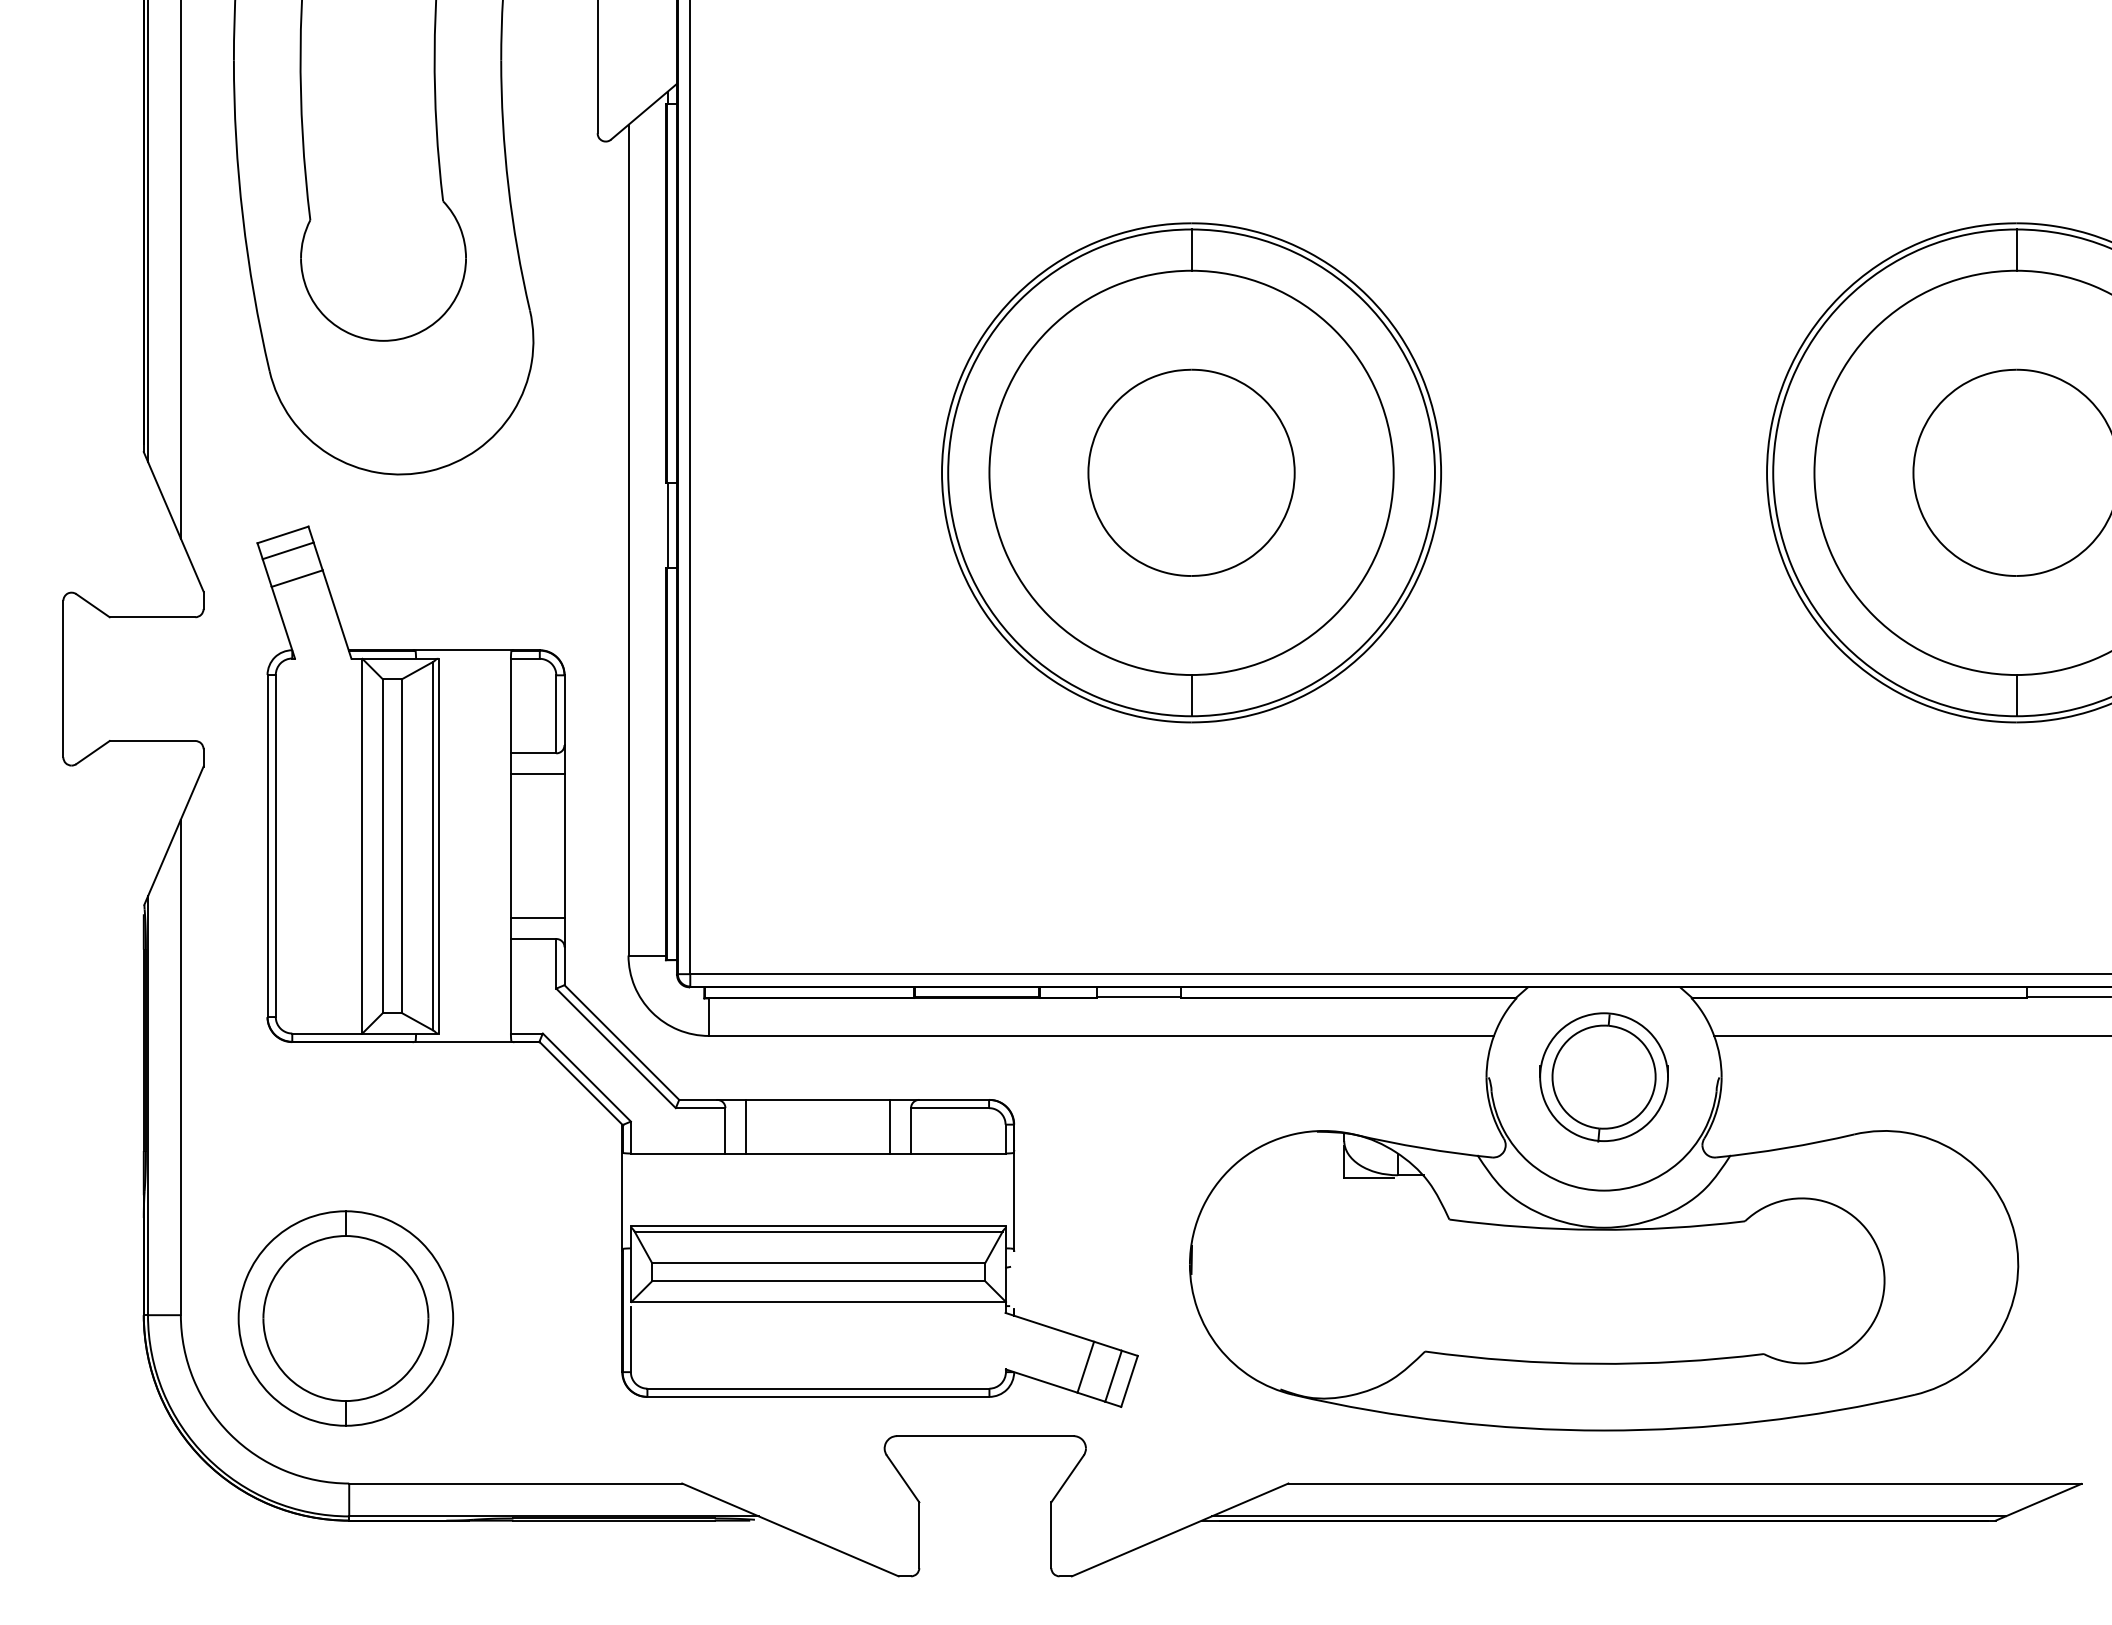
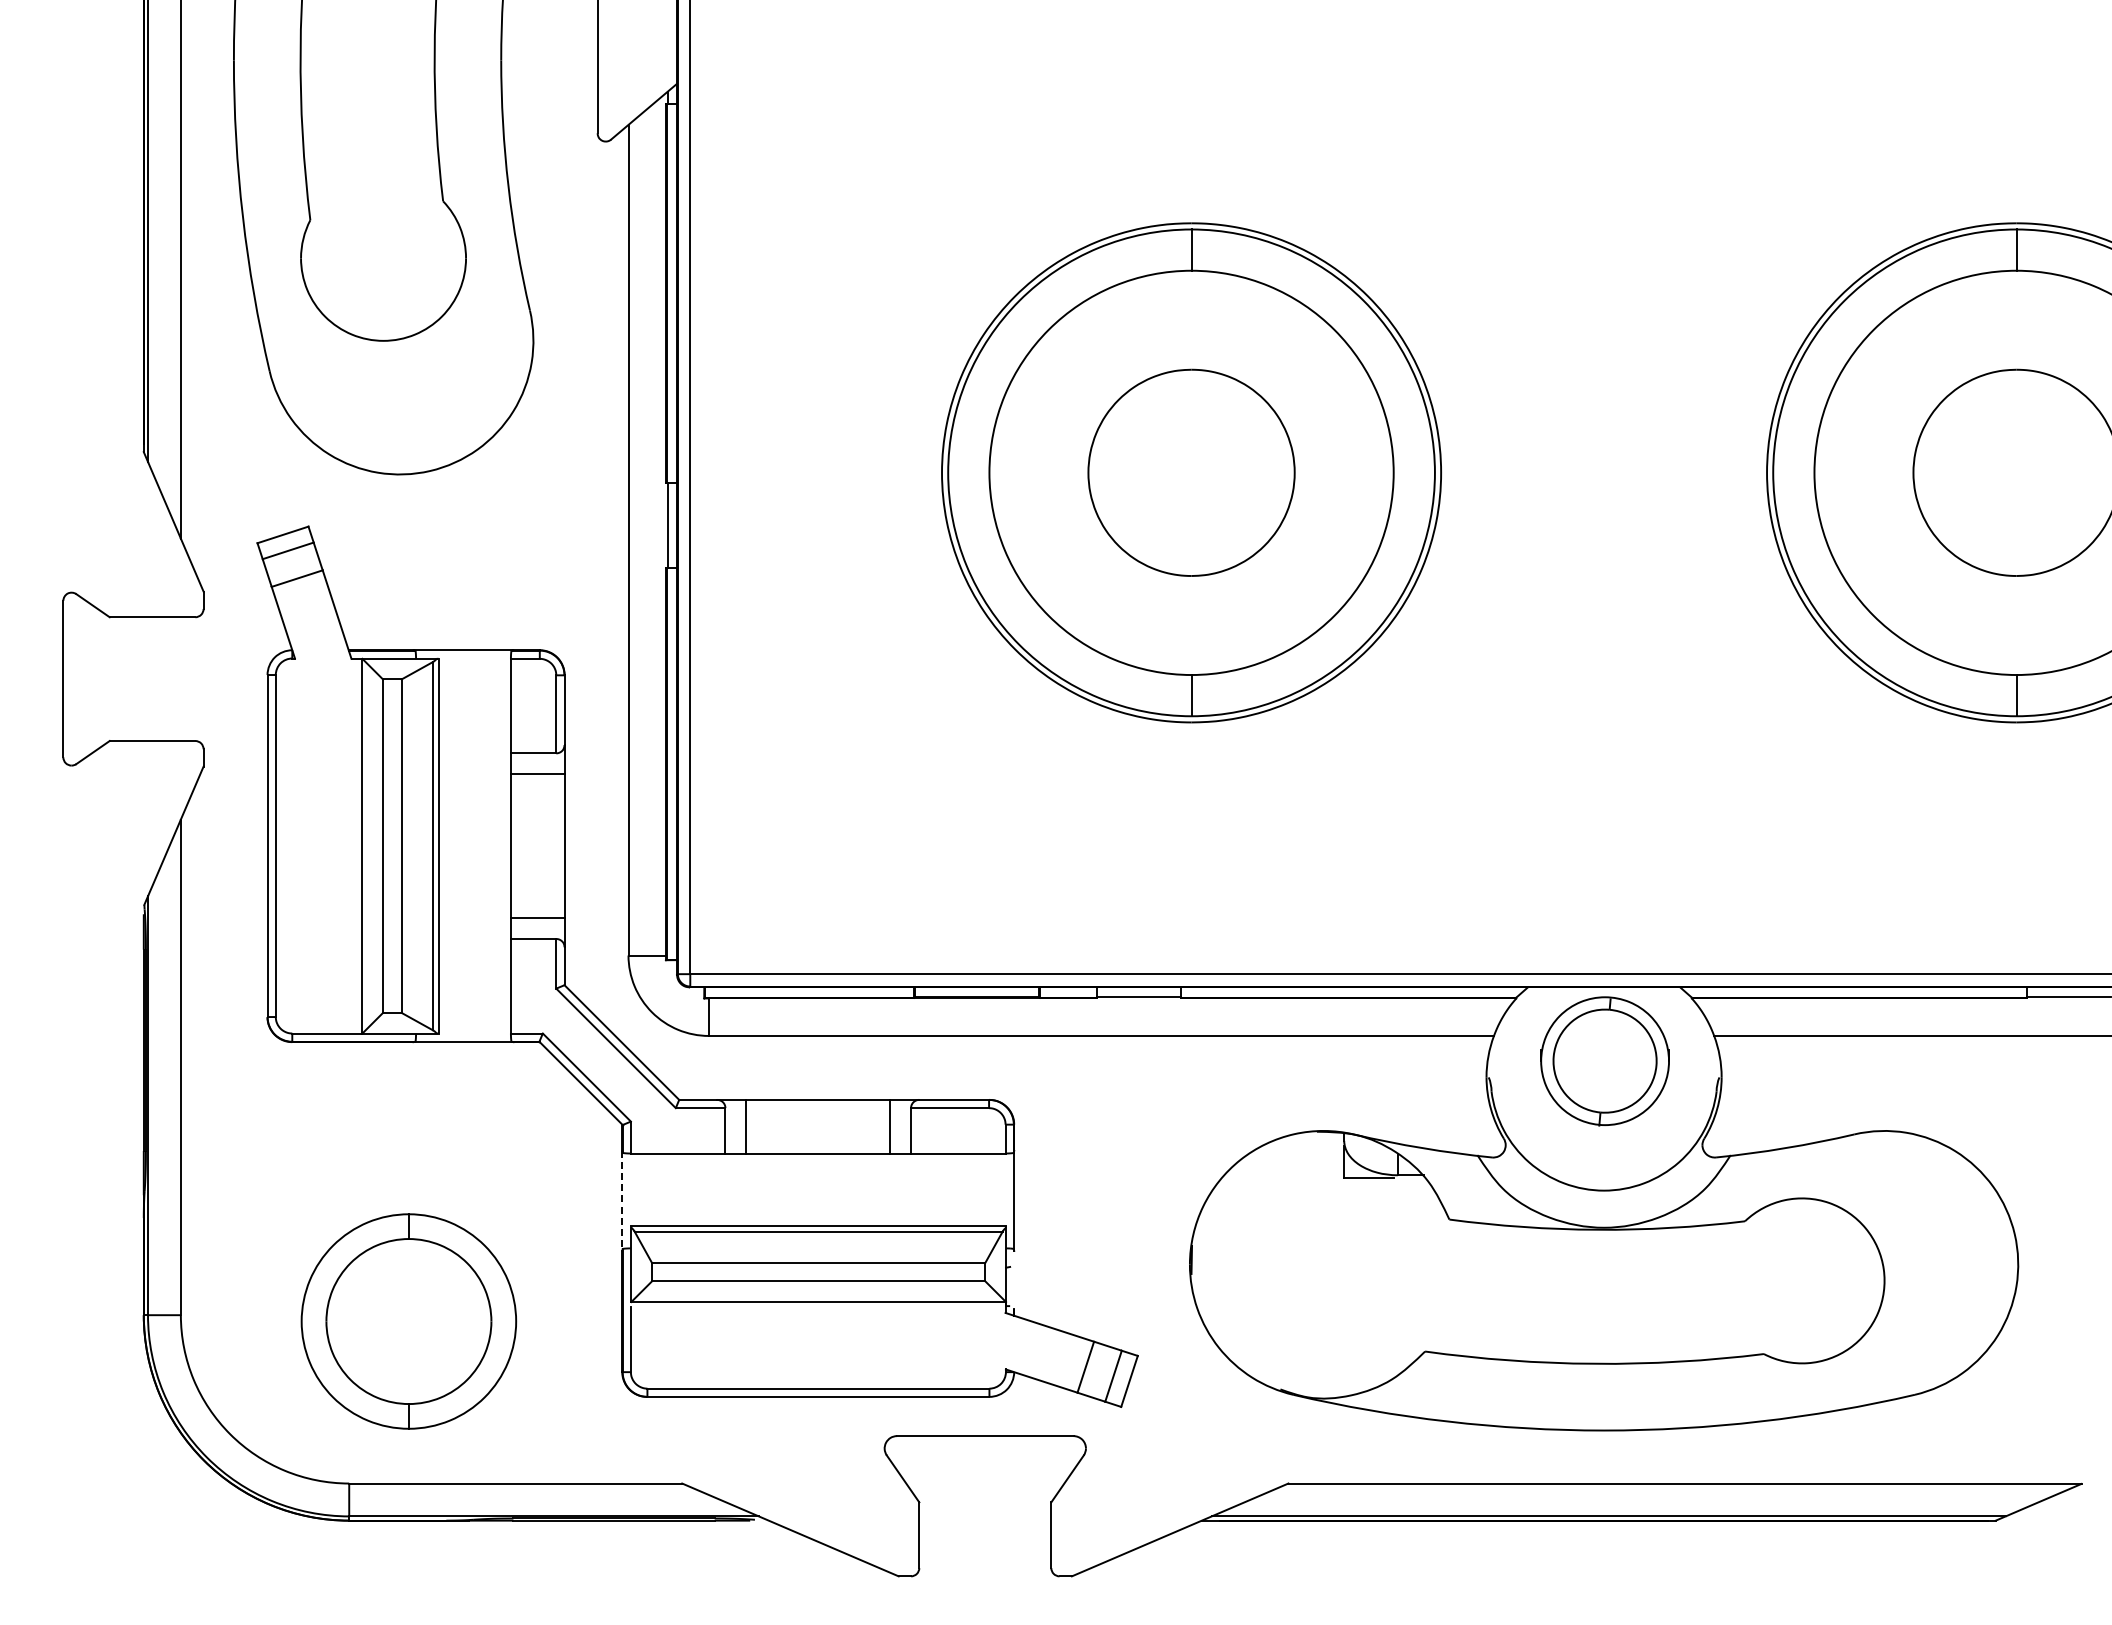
part at (1603, 1077) position: (1603, 1077) -> (1604, 1061)
line at (622, 1200): solid -> dashed
part at (345, 1318) position: (345, 1318) -> (408, 1321)
